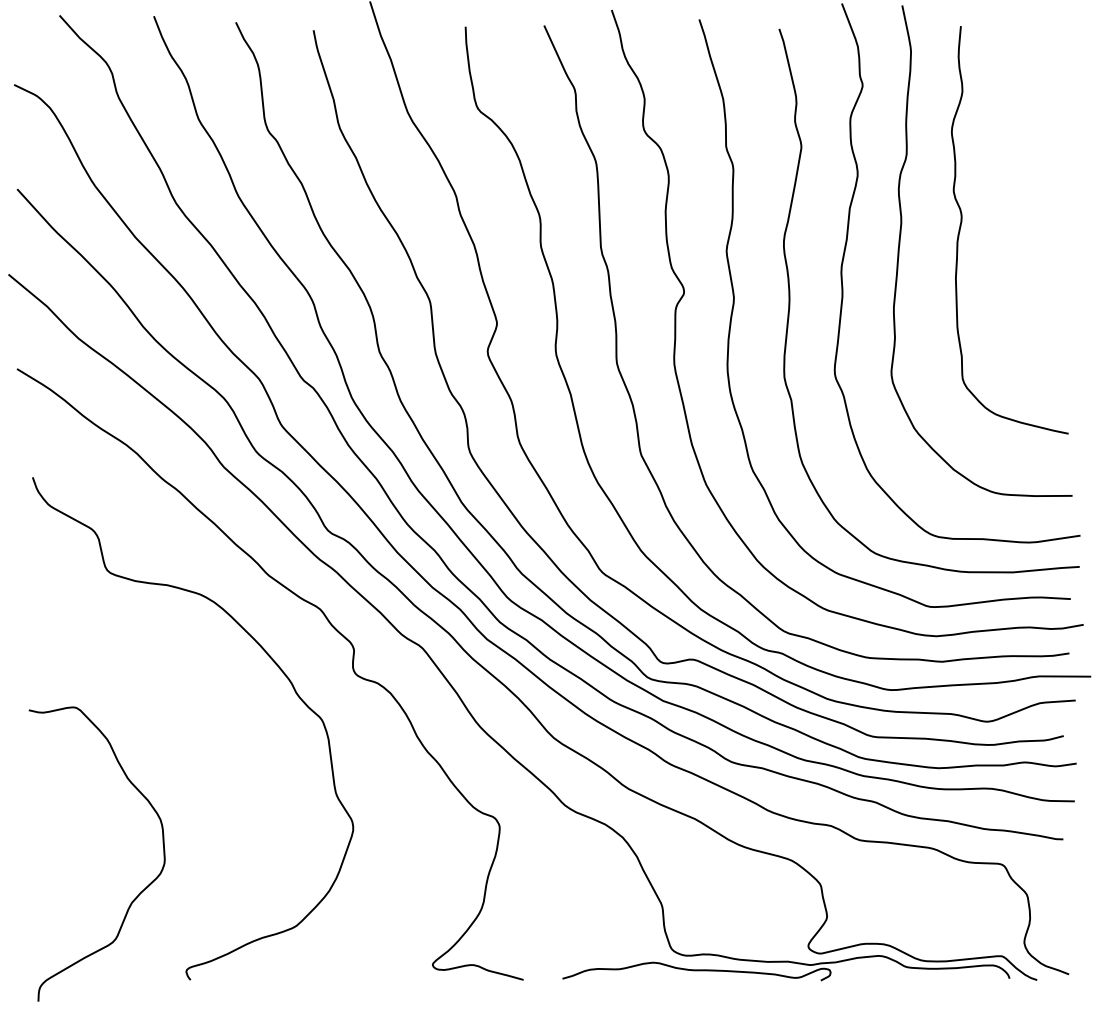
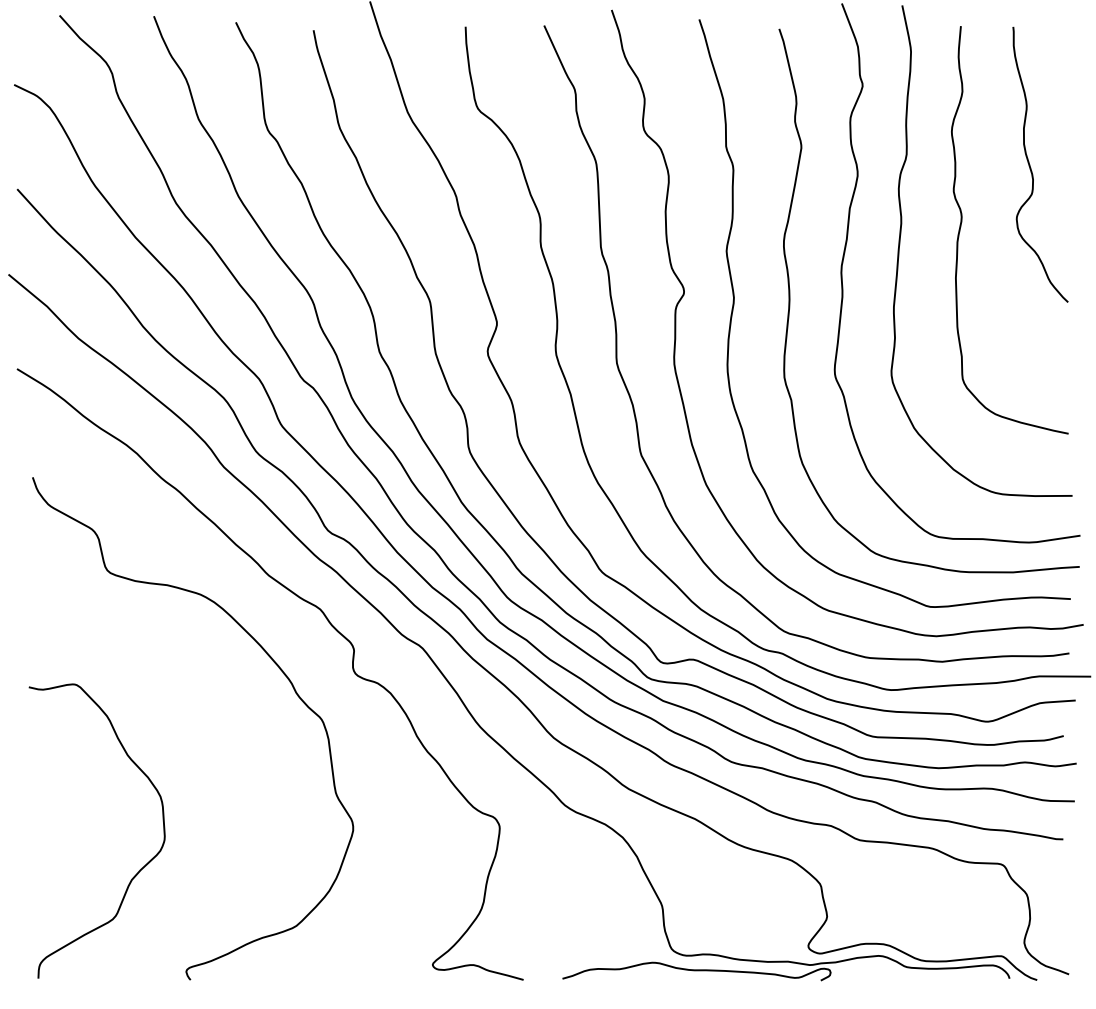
curve at (1031, 167): none -> present
curve at (139, 892) position: (139, 892) -> (139, 869)
